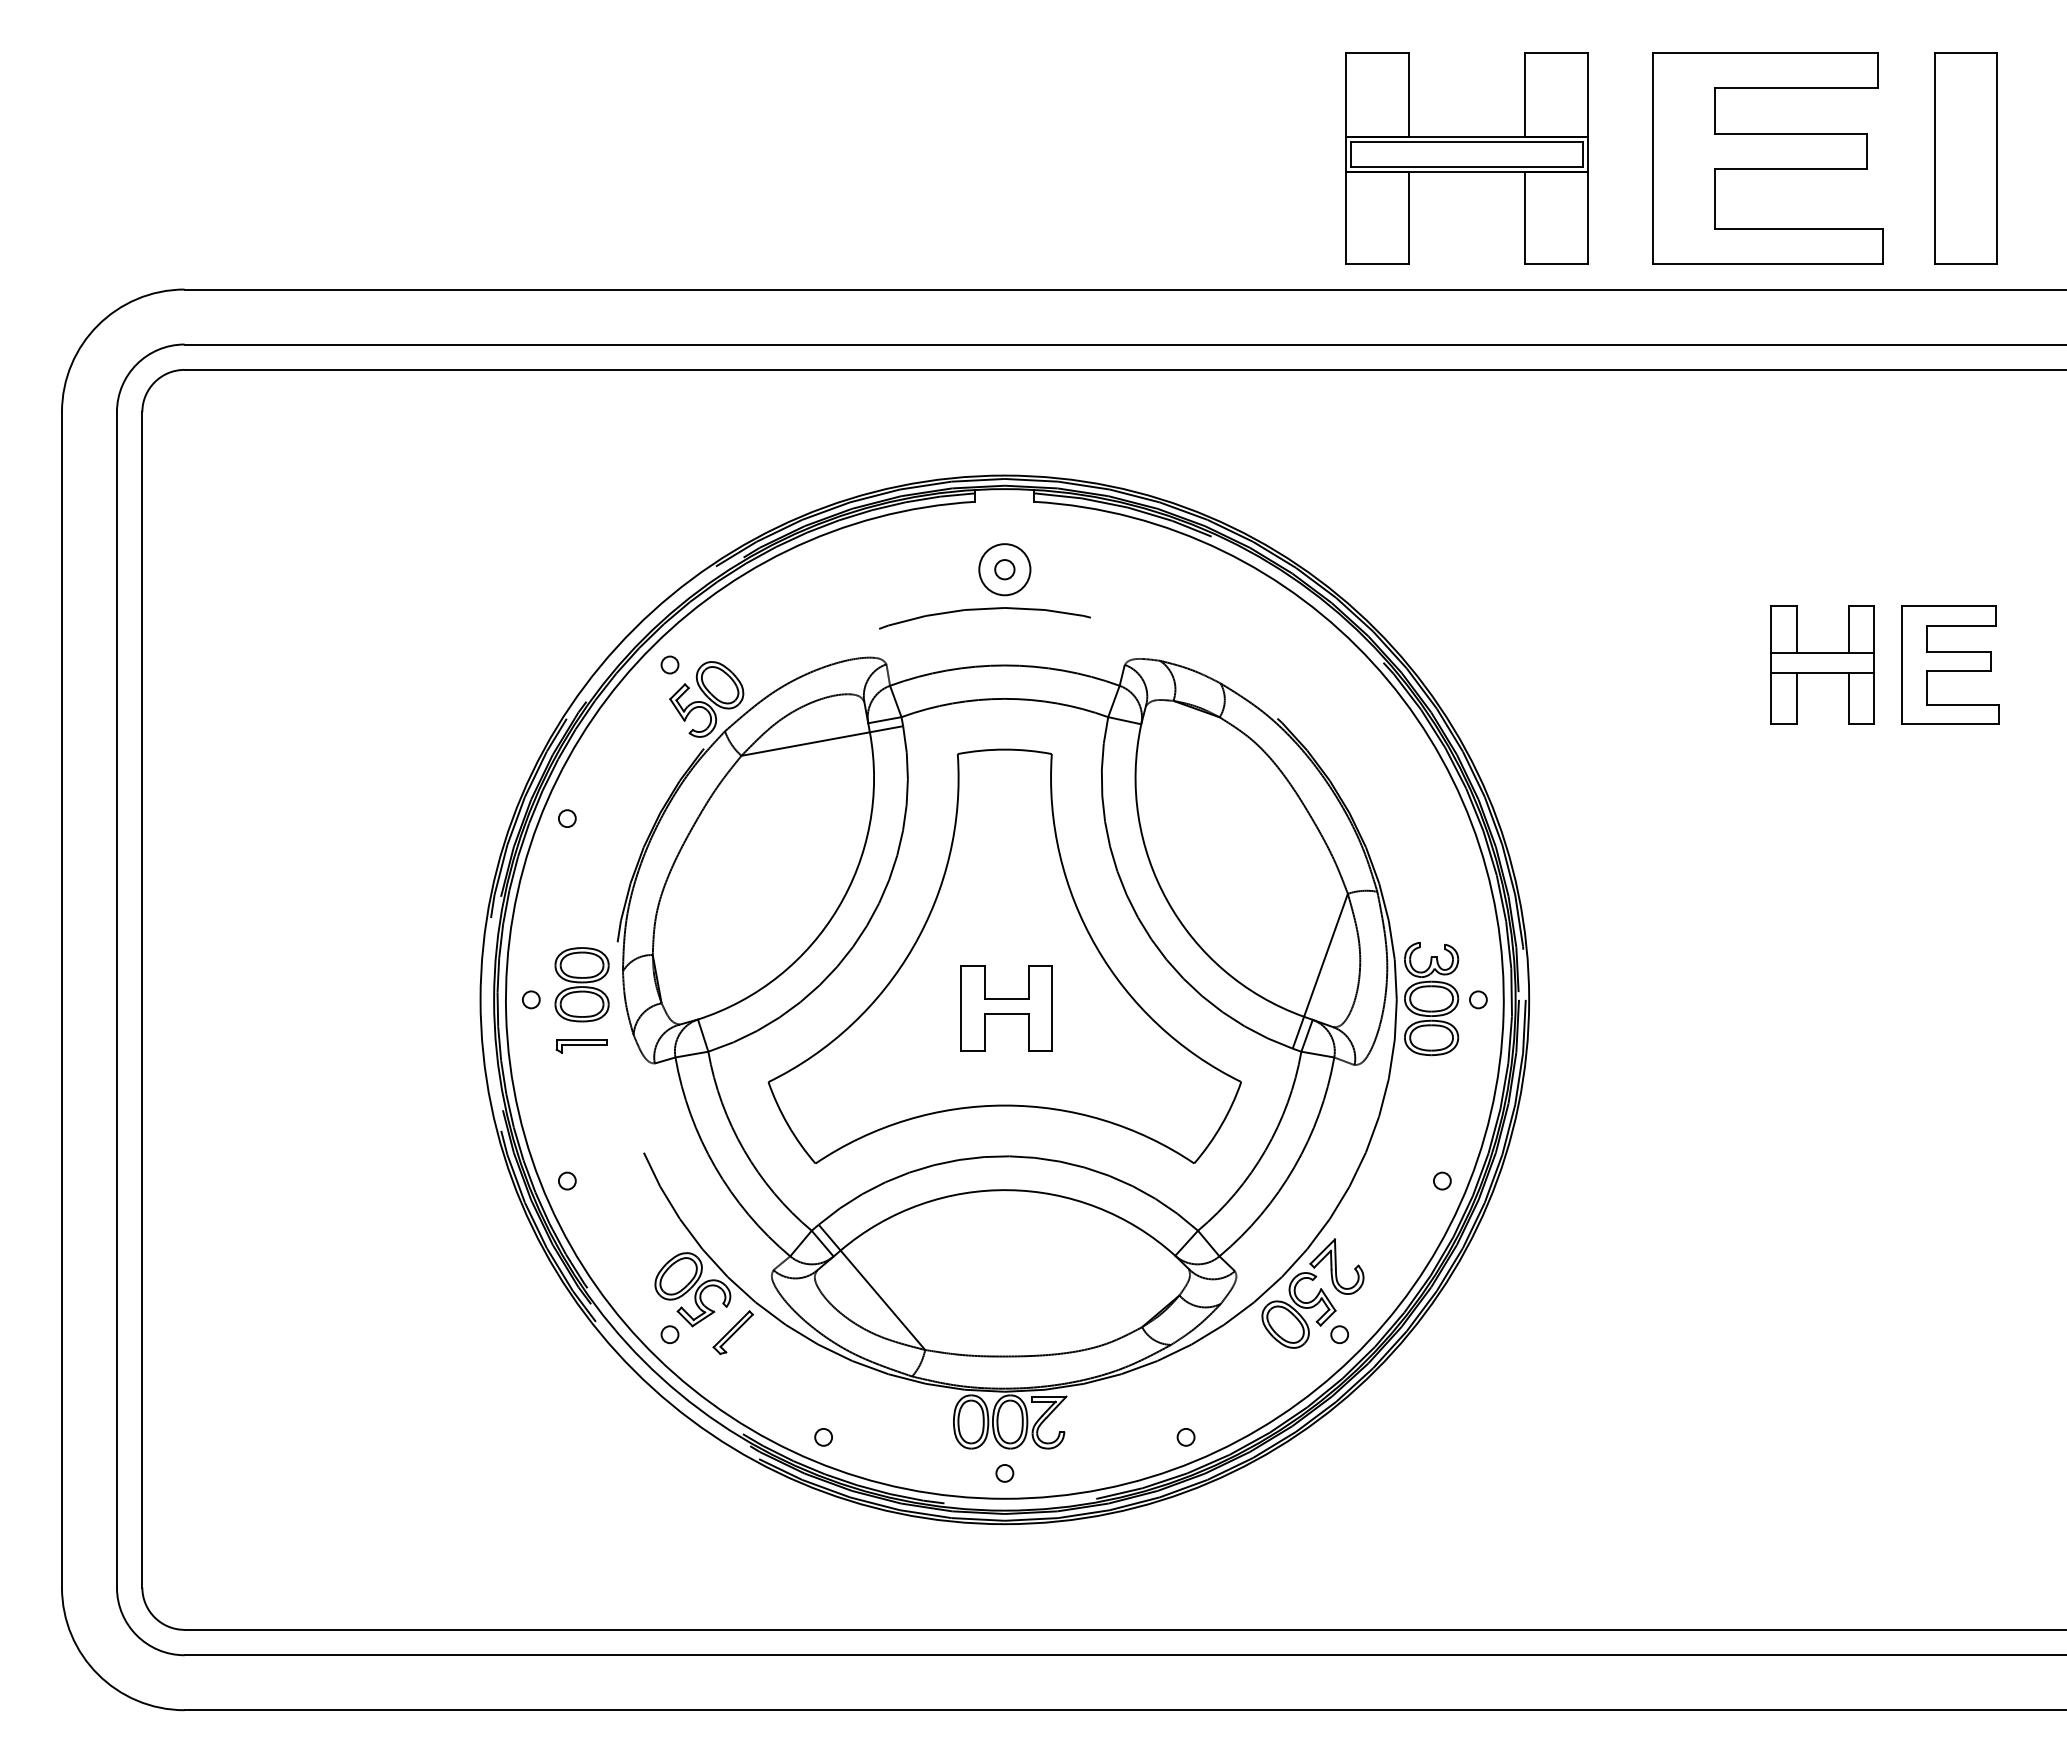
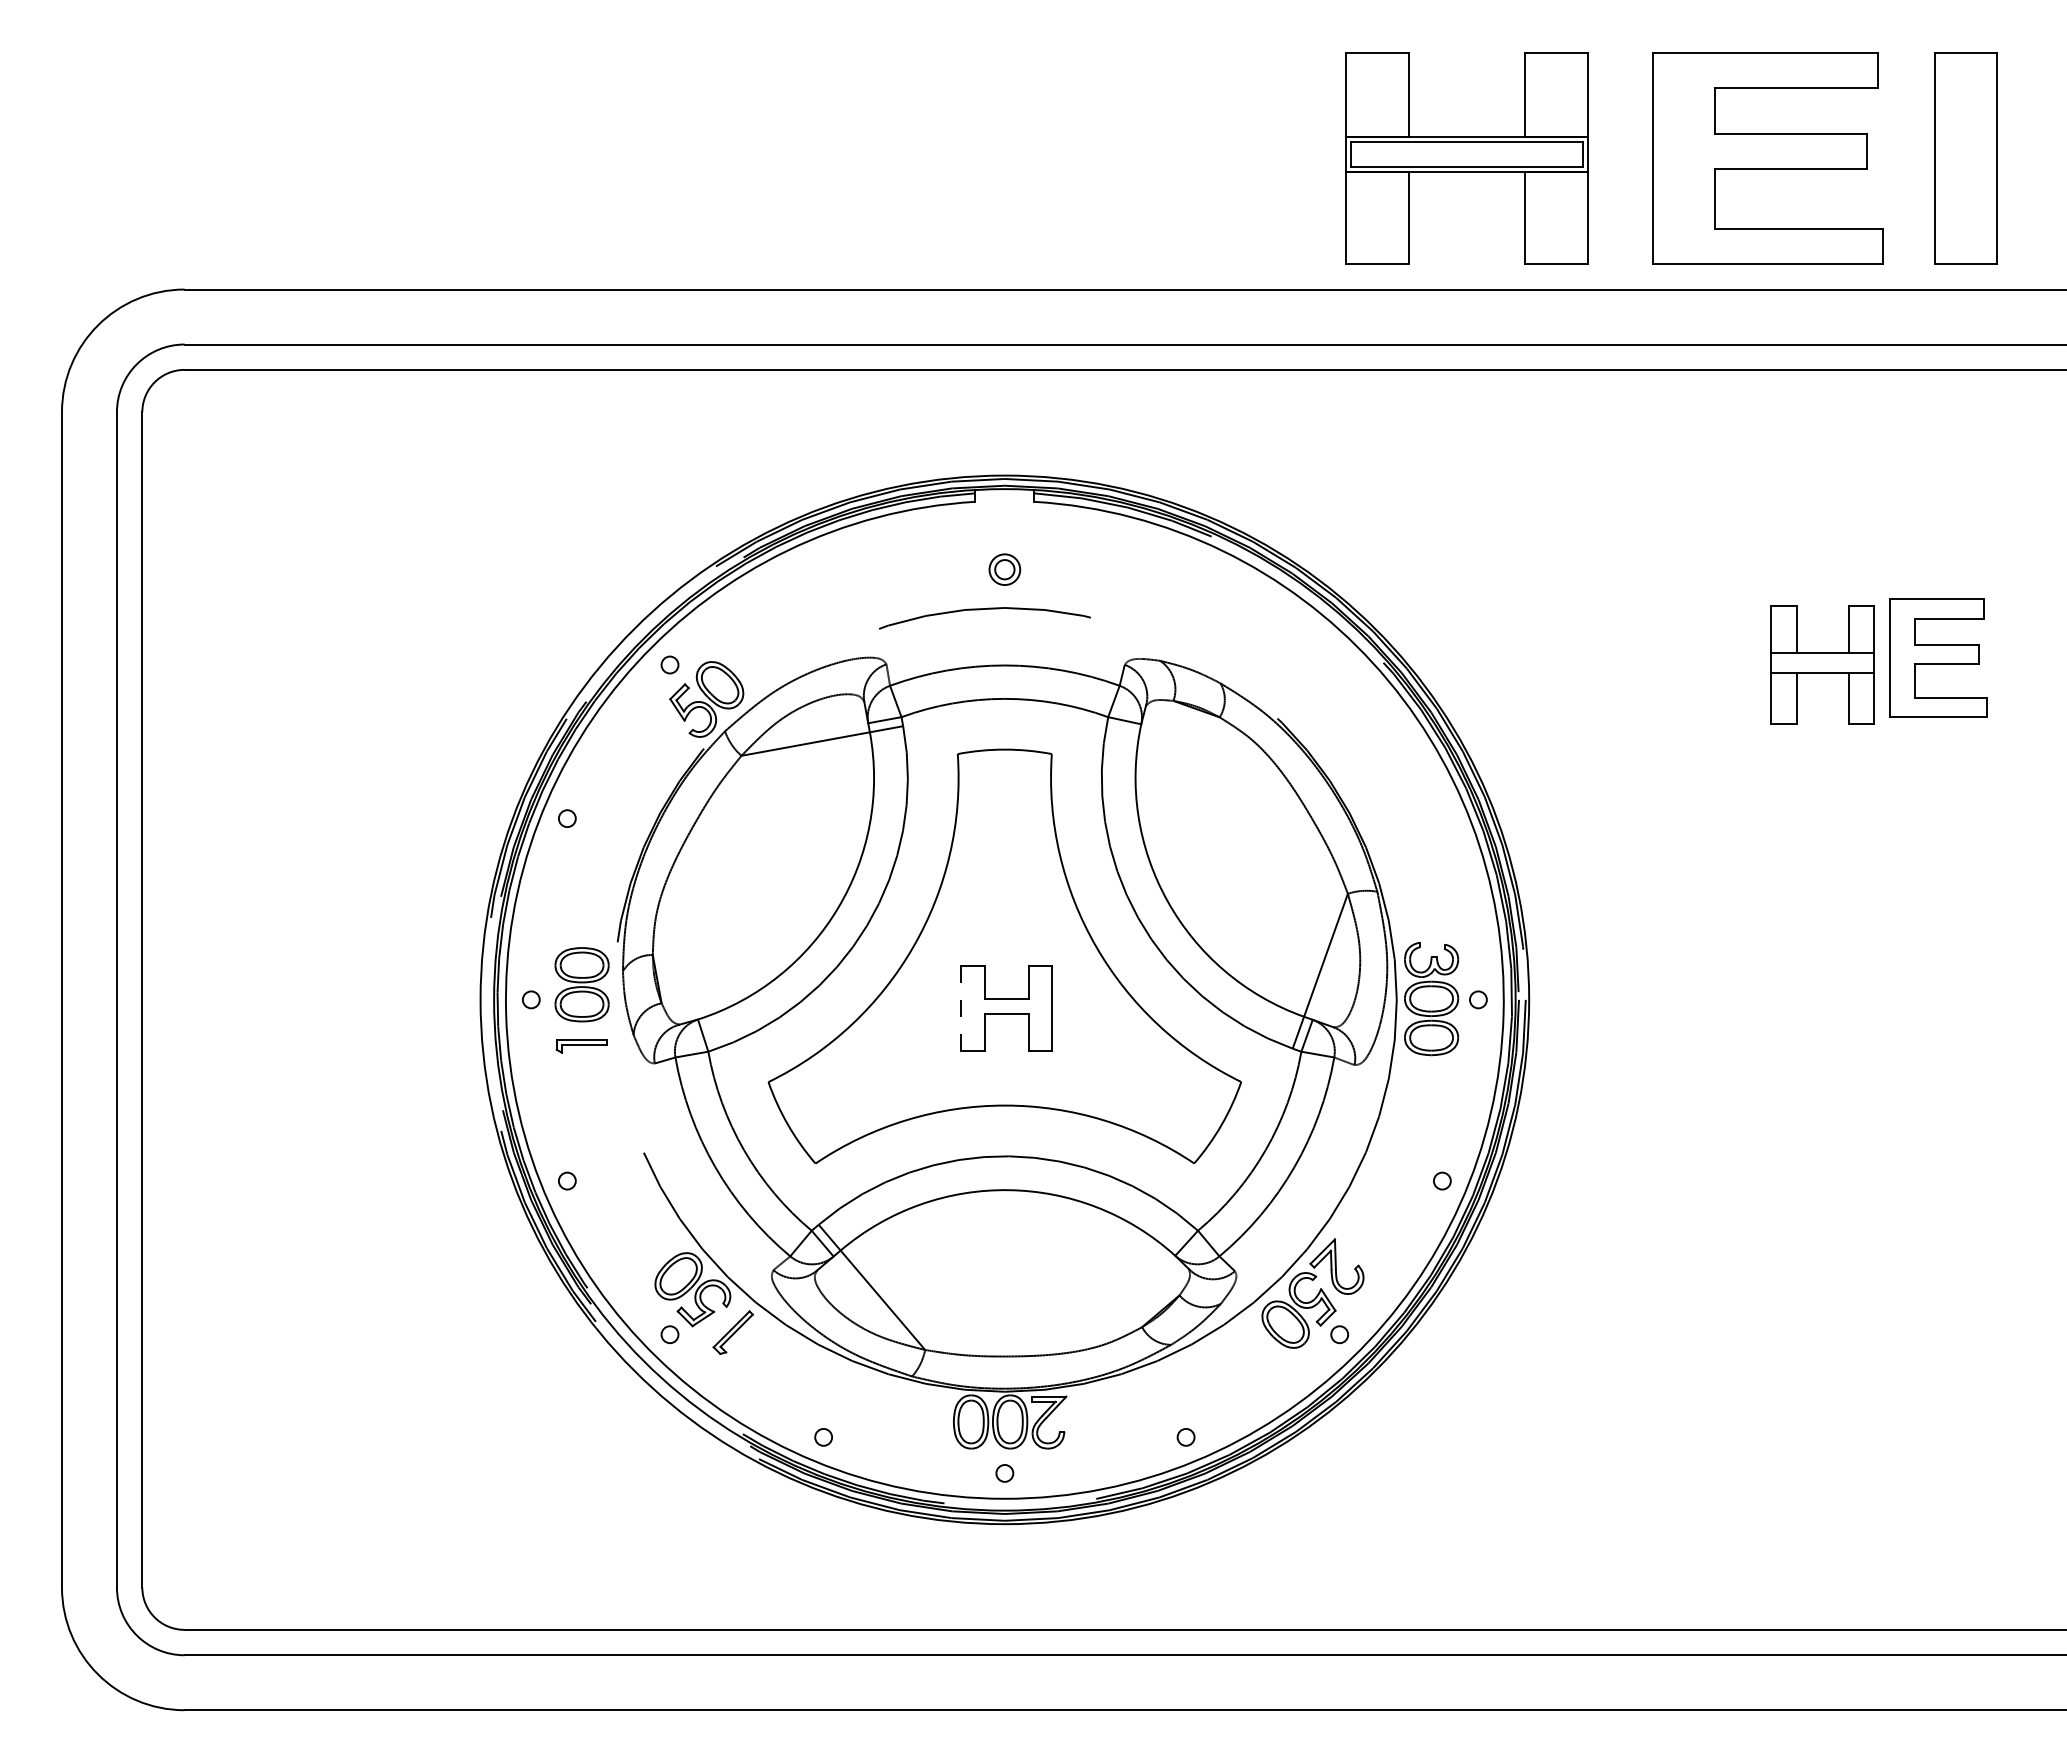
circle at (1004, 569) diameter: 51 px -> 31 px
part at (1950, 664) position: (1950, 664) -> (1938, 657)
line at (961, 1008): solid -> dashed
